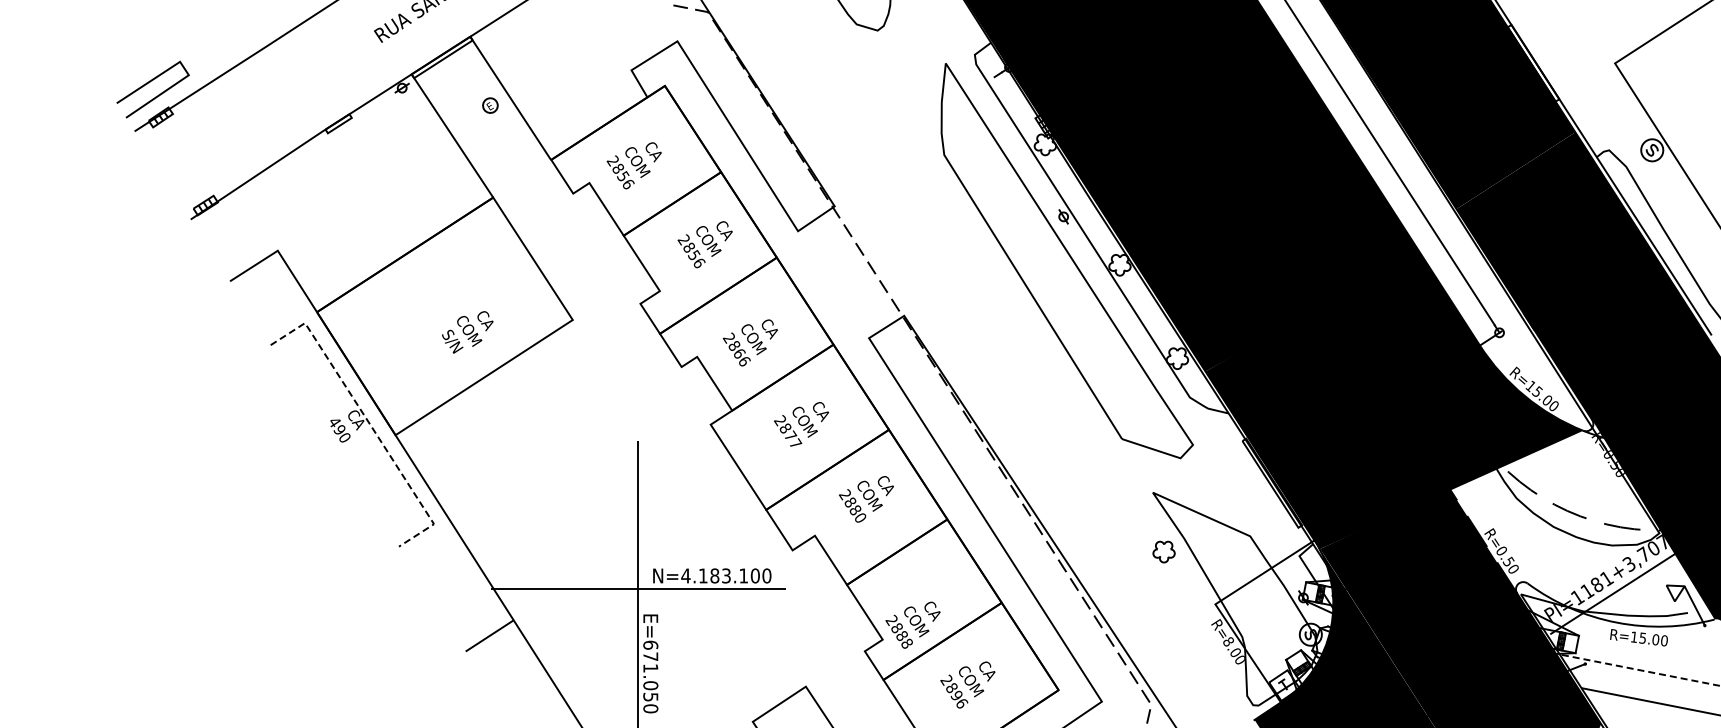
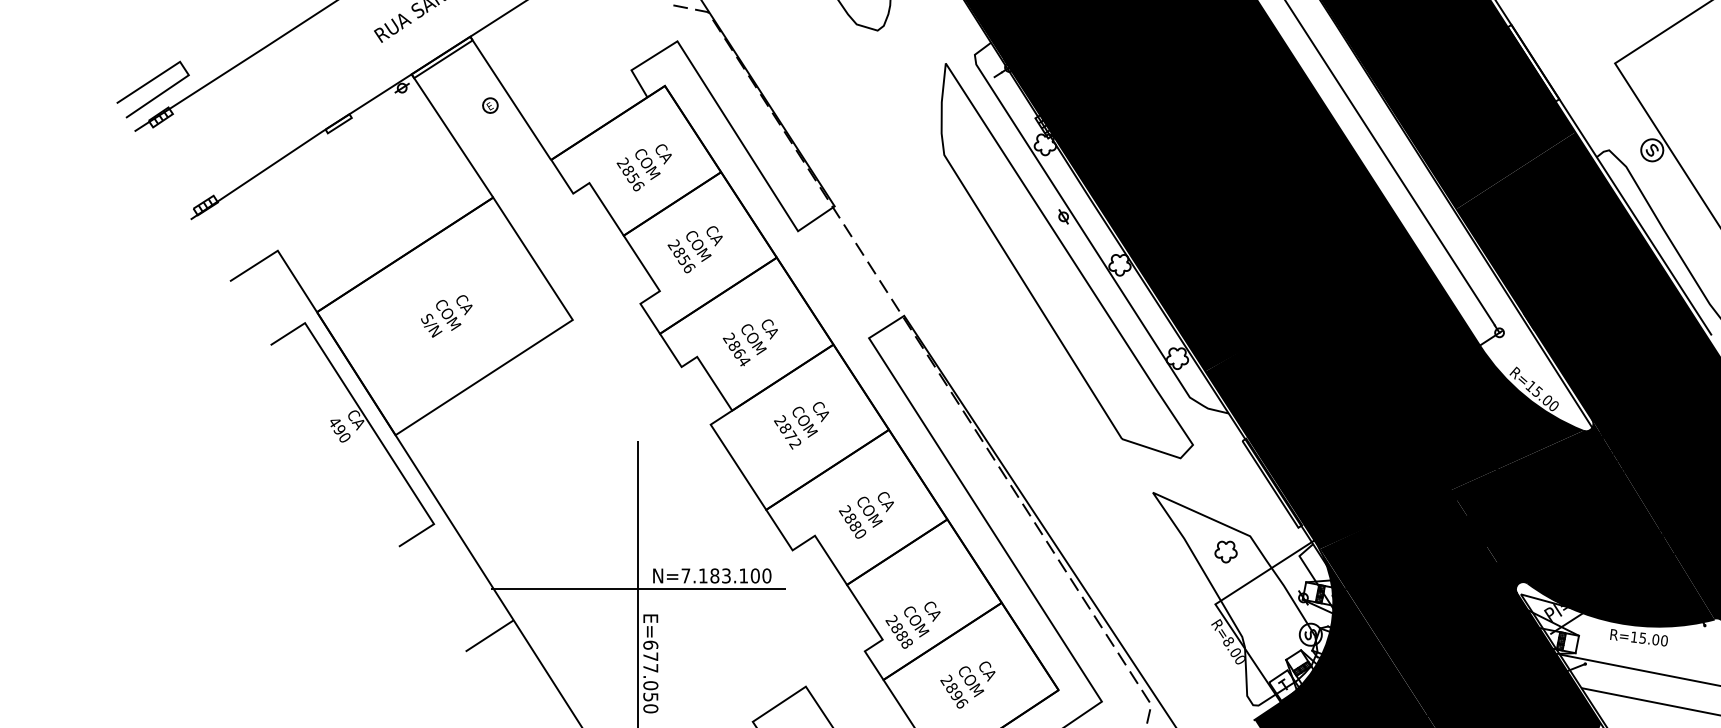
text at (633, 165) position: (633, 165) -> (643, 167)
text at (704, 244) position: (704, 244) -> (694, 249)
text at (467, 332) position: (467, 332) -> (446, 316)
text at (744, 361): 2866 -> 2864
line at (369, 424): dashed -> solid
text at (795, 443): 2877 -> 2872
text at (866, 499) position: (866, 499) -> (866, 515)
fill at (1582, 522): none -> present
part at (1163, 551) position: (1163, 551) -> (1225, 551)
text at (685, 575): N=4.183.100 -> N=7.183.100
text at (650, 668): E=671.050 -> E=677.050
line at (1639, 670): dashed -> solid
